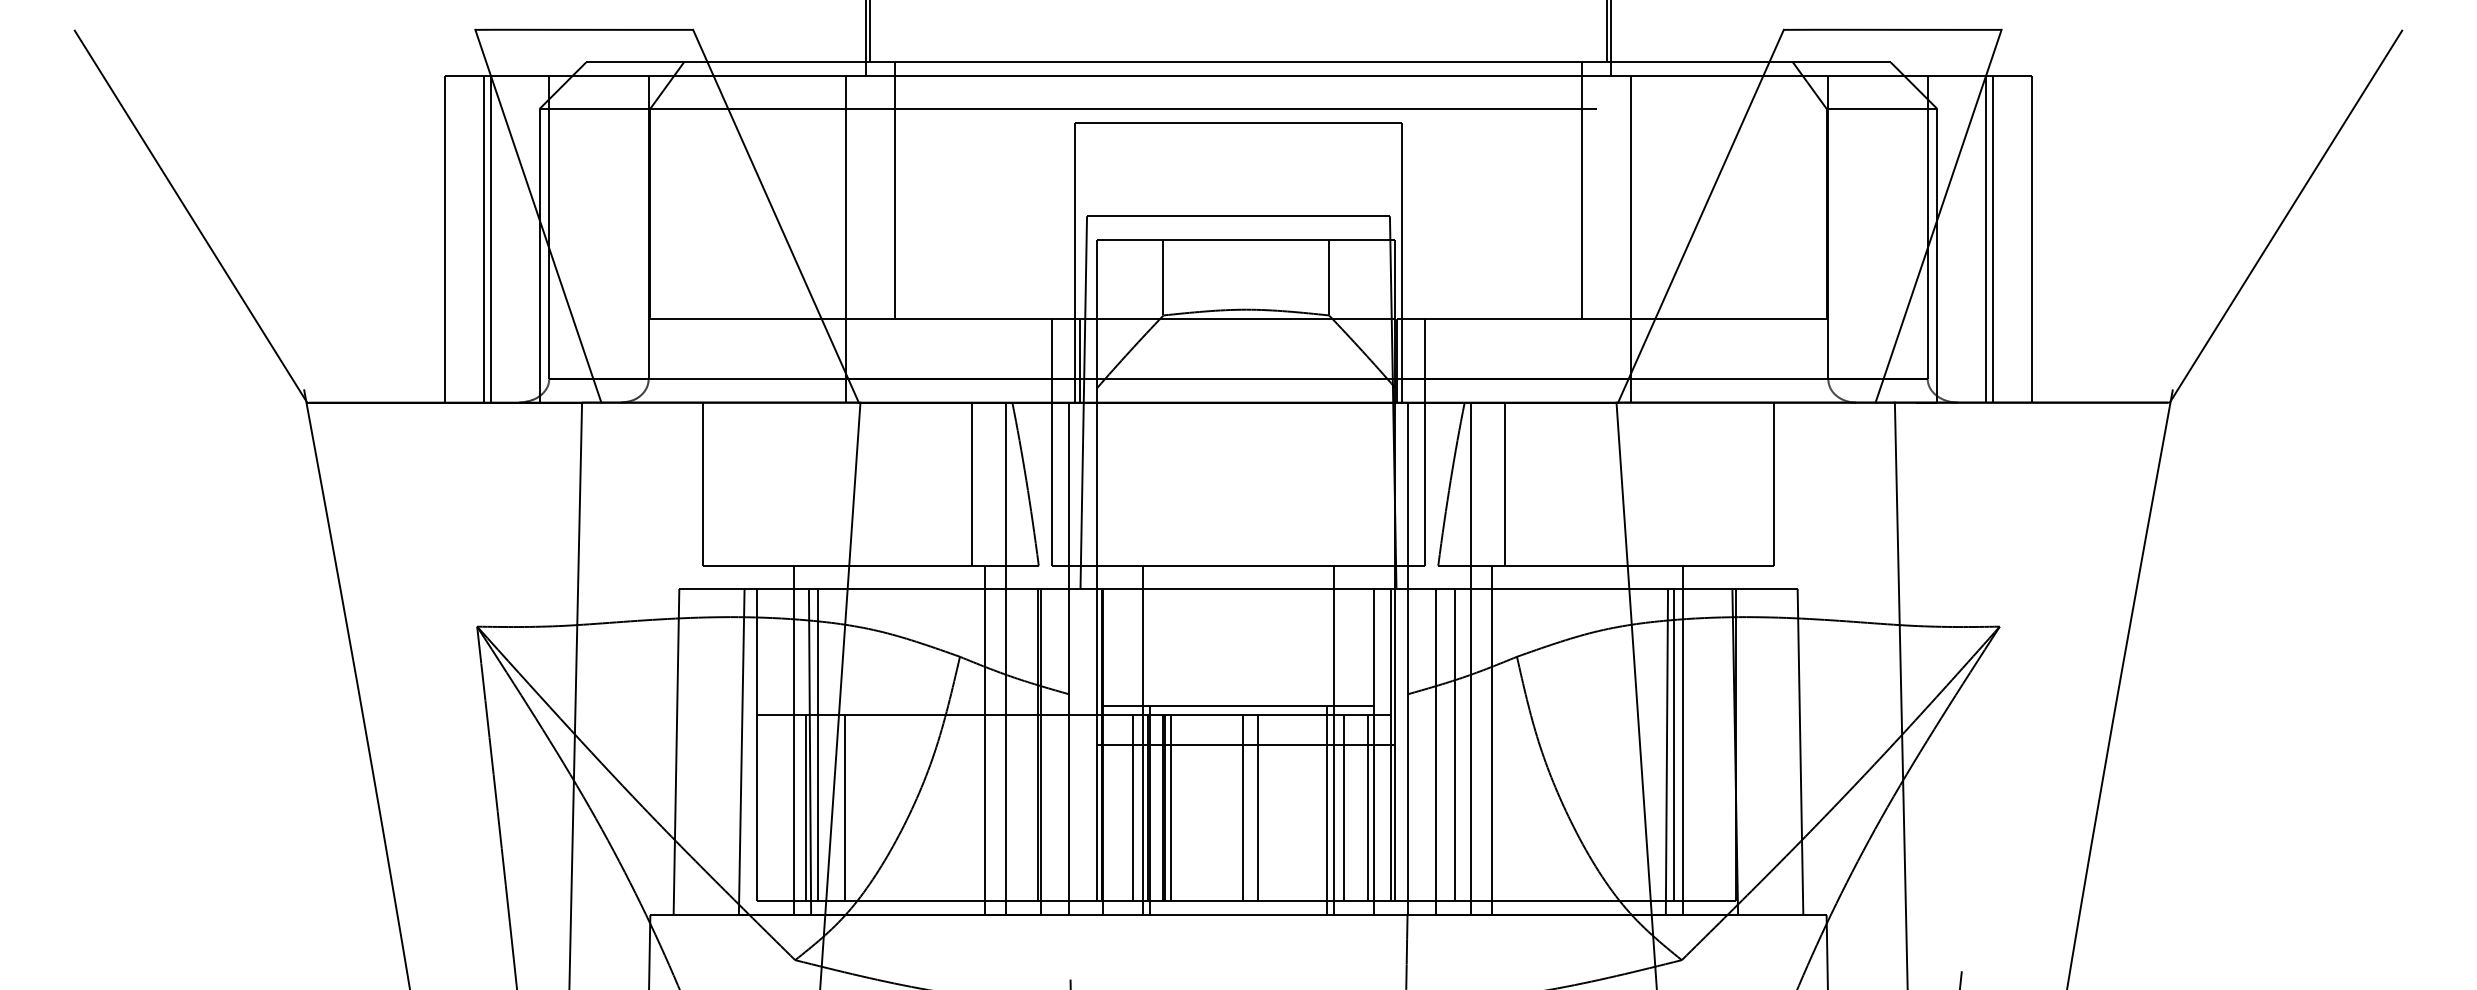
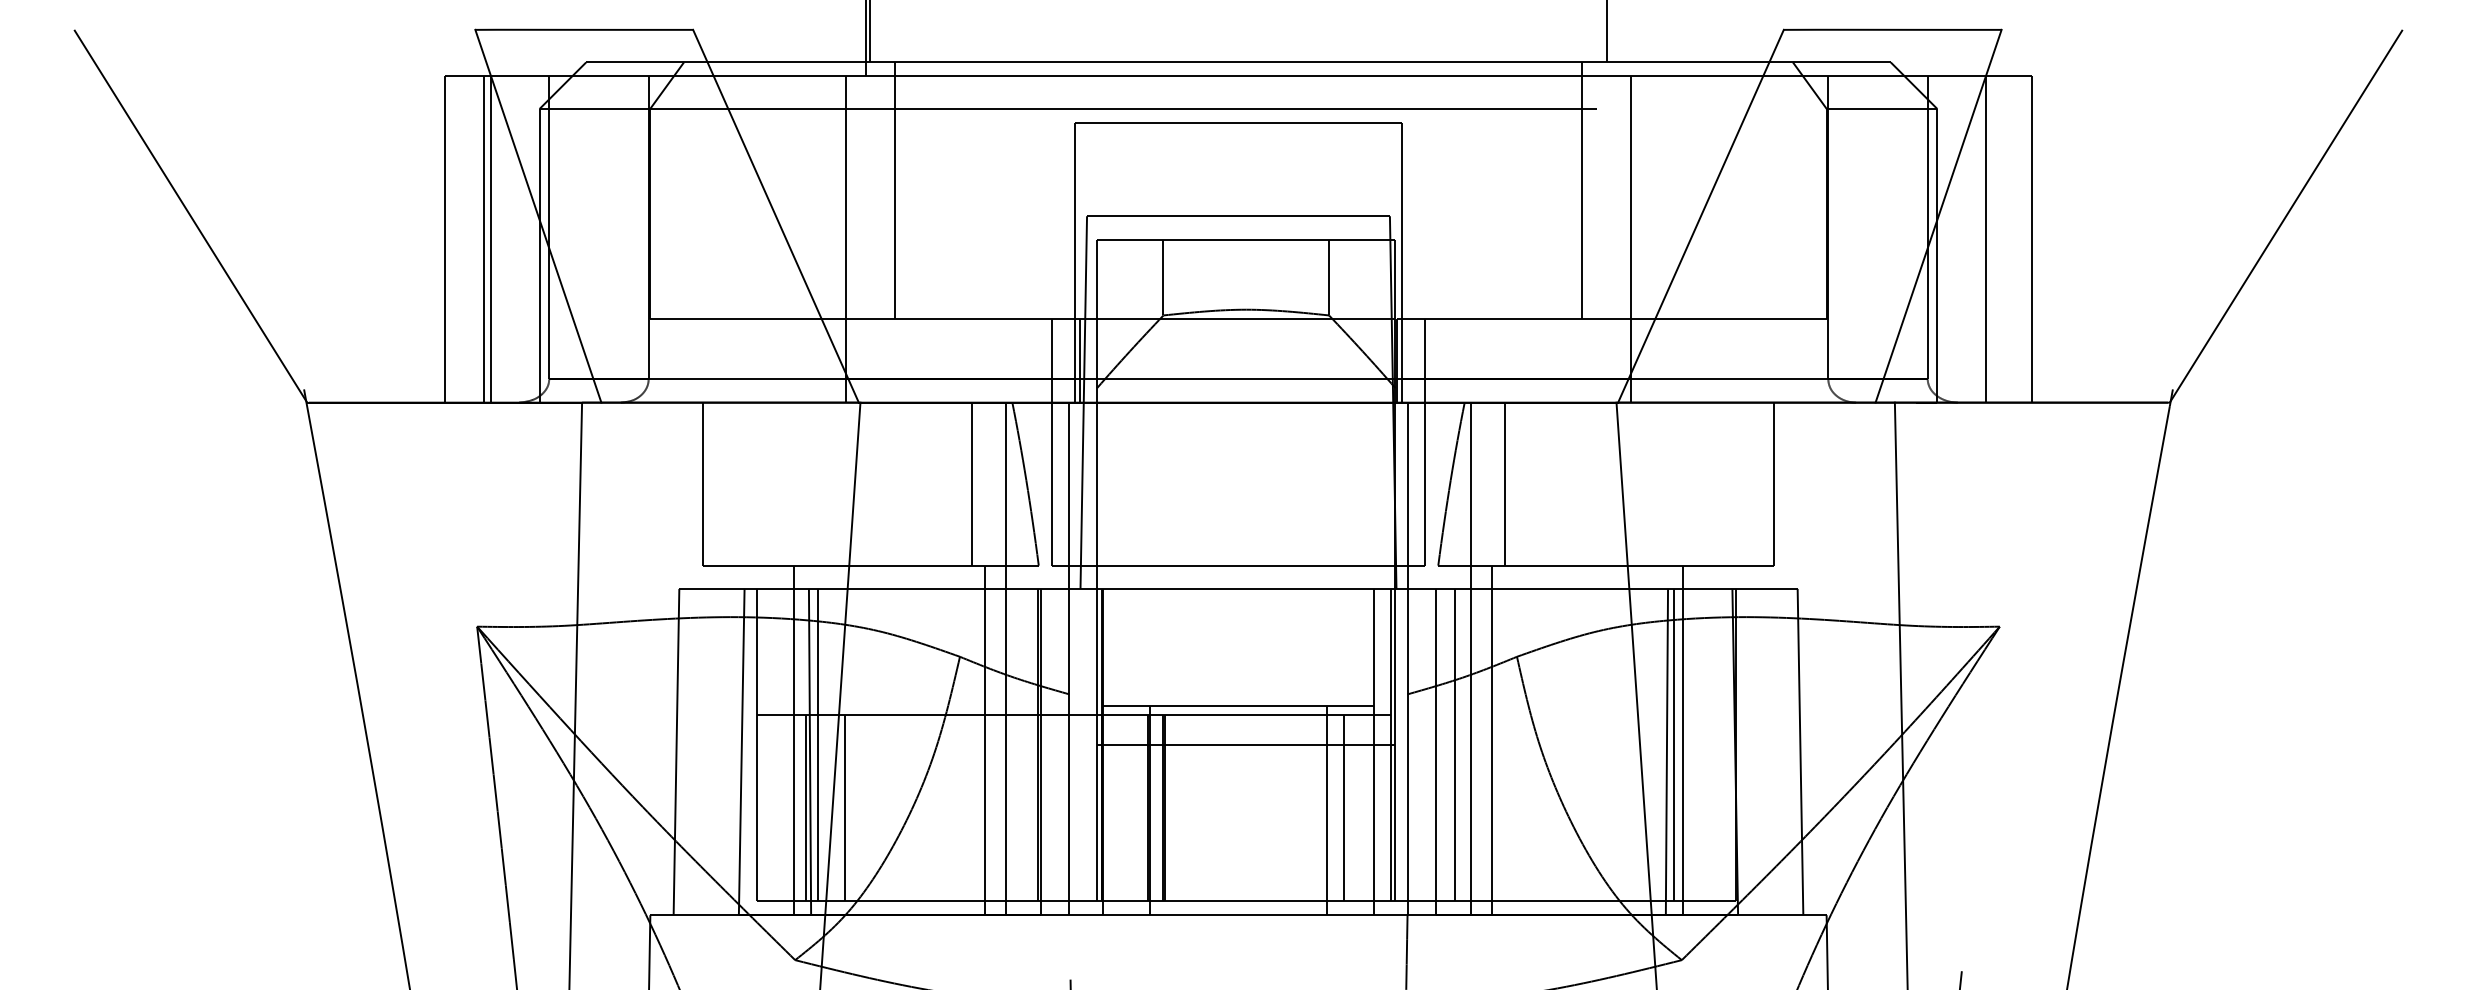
line at (1611, 39): present -> none
line at (1993, 239): present -> none
line at (1143, 740): present -> none
line at (1333, 740): present -> none
line at (1132, 807): present -> none
line at (1171, 807): present -> none
line at (1243, 807): present -> none
line at (1258, 807): present -> none
line at (1367, 807): present -> none
